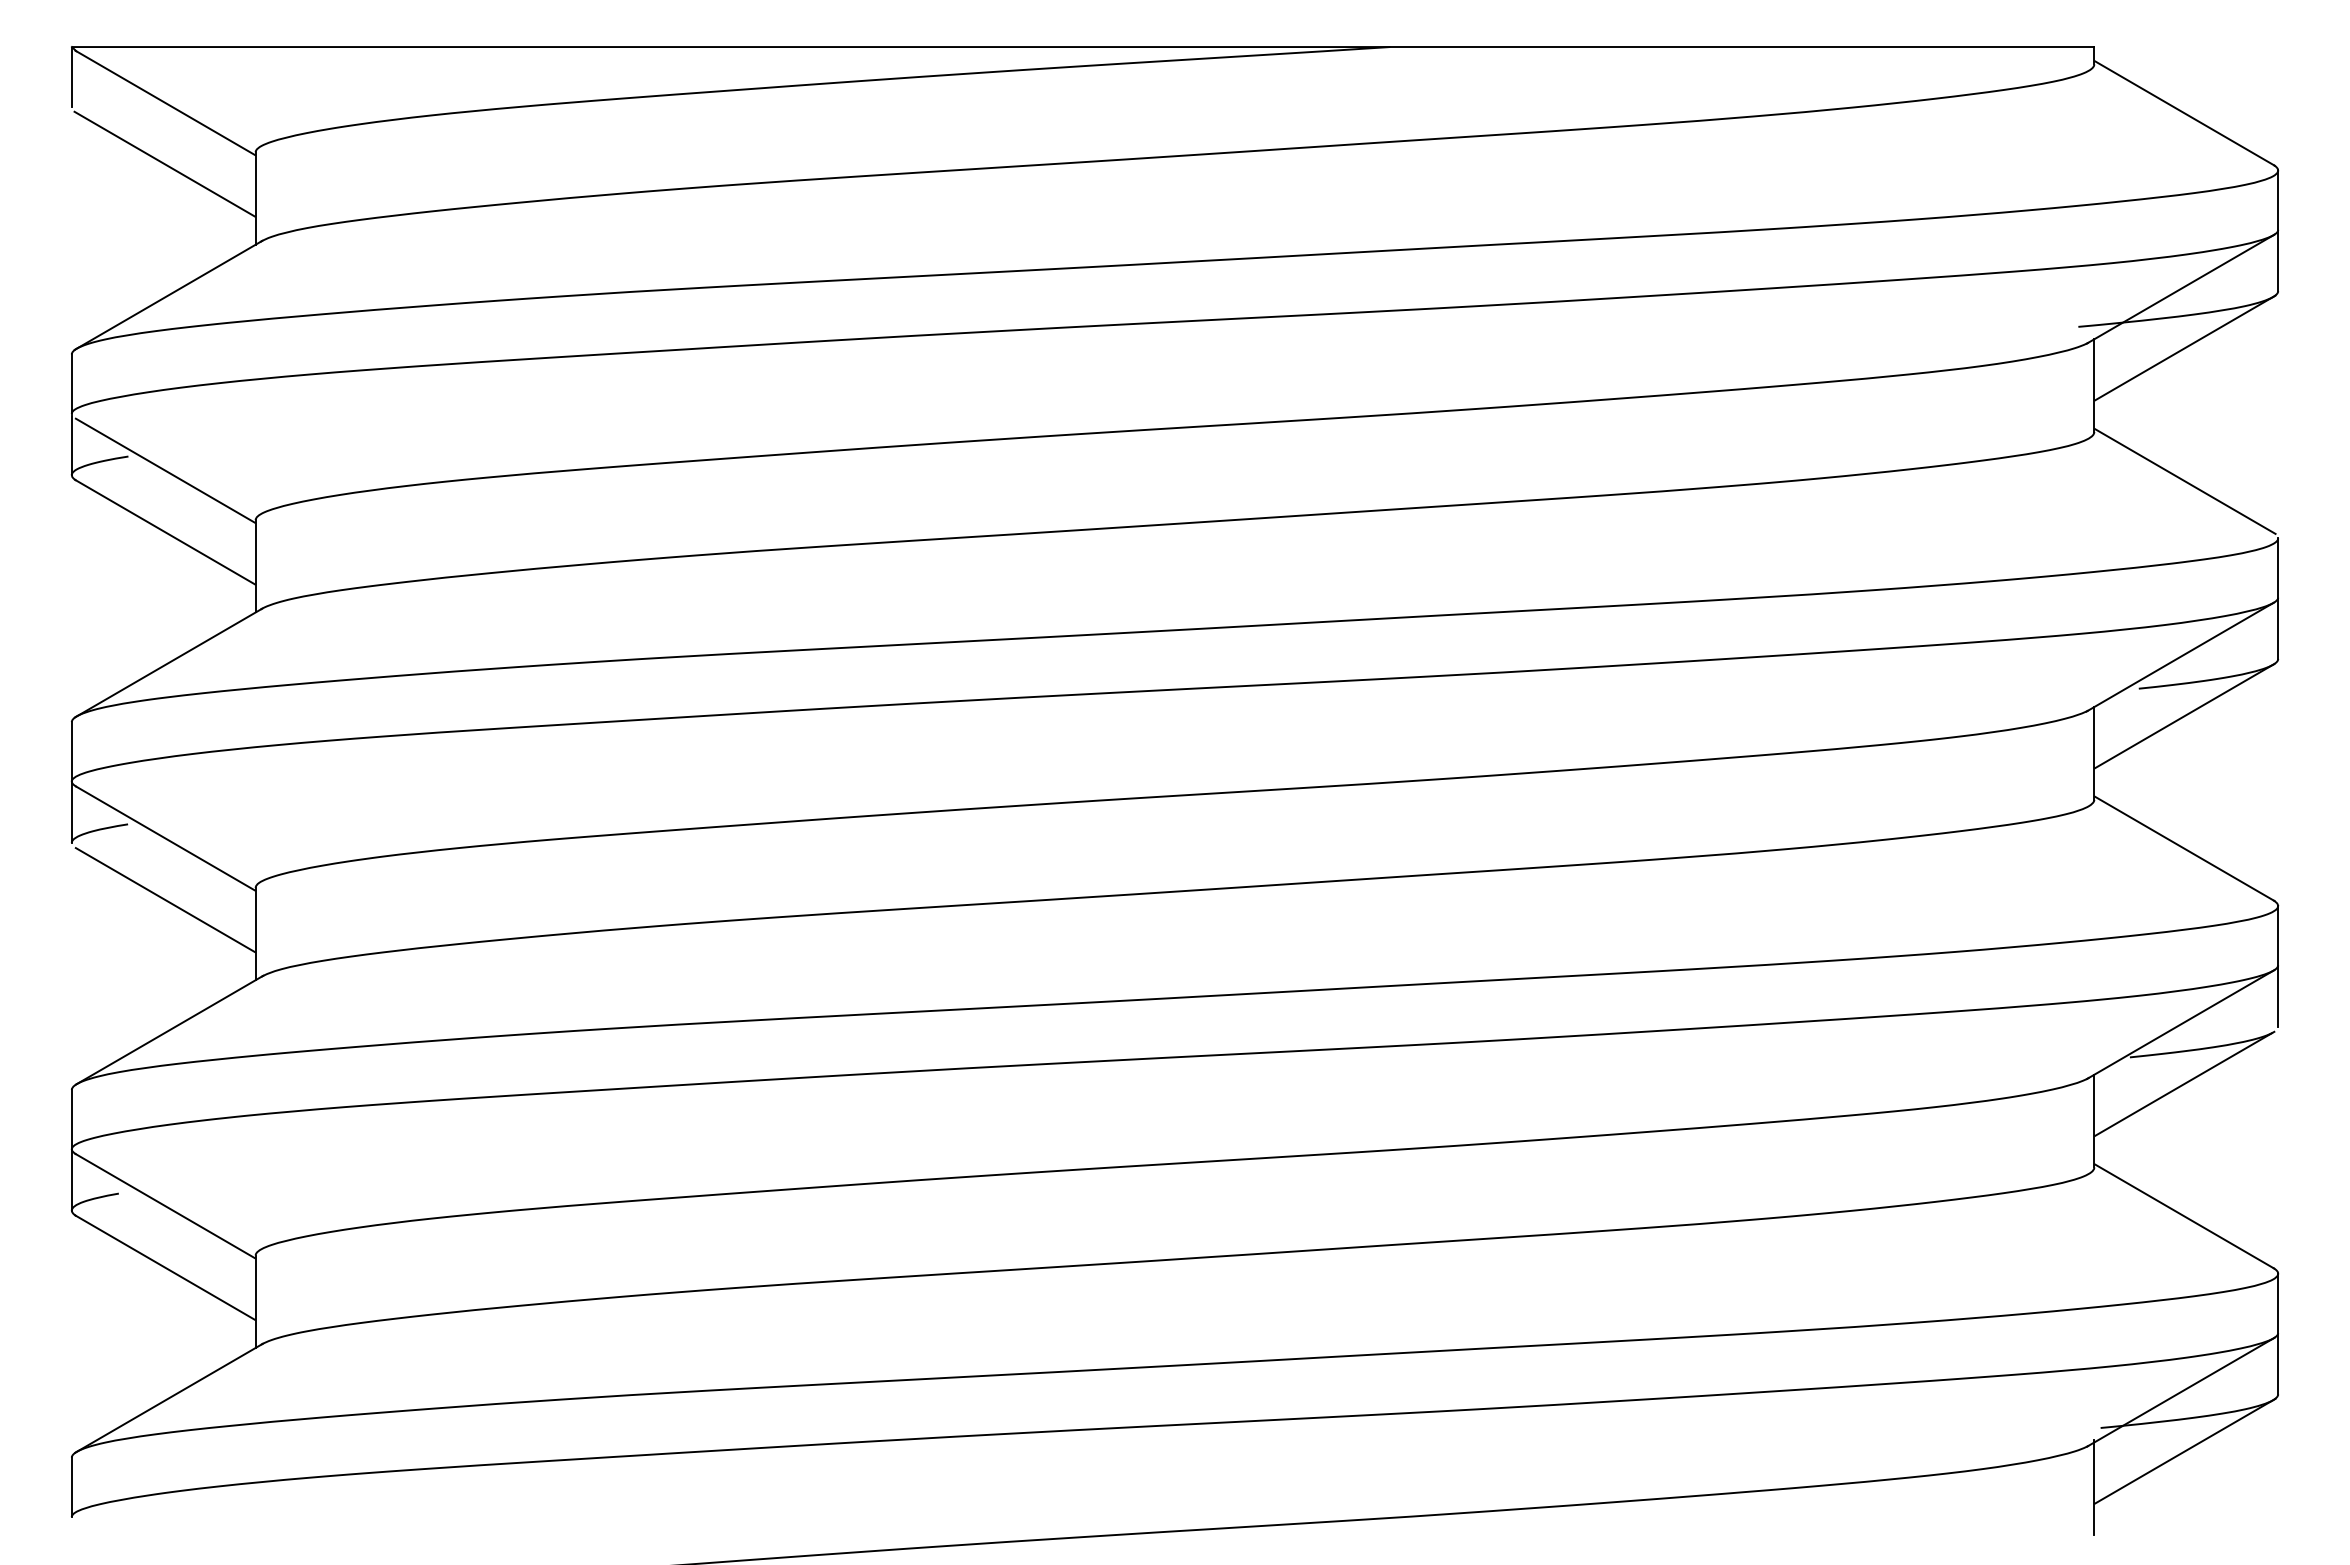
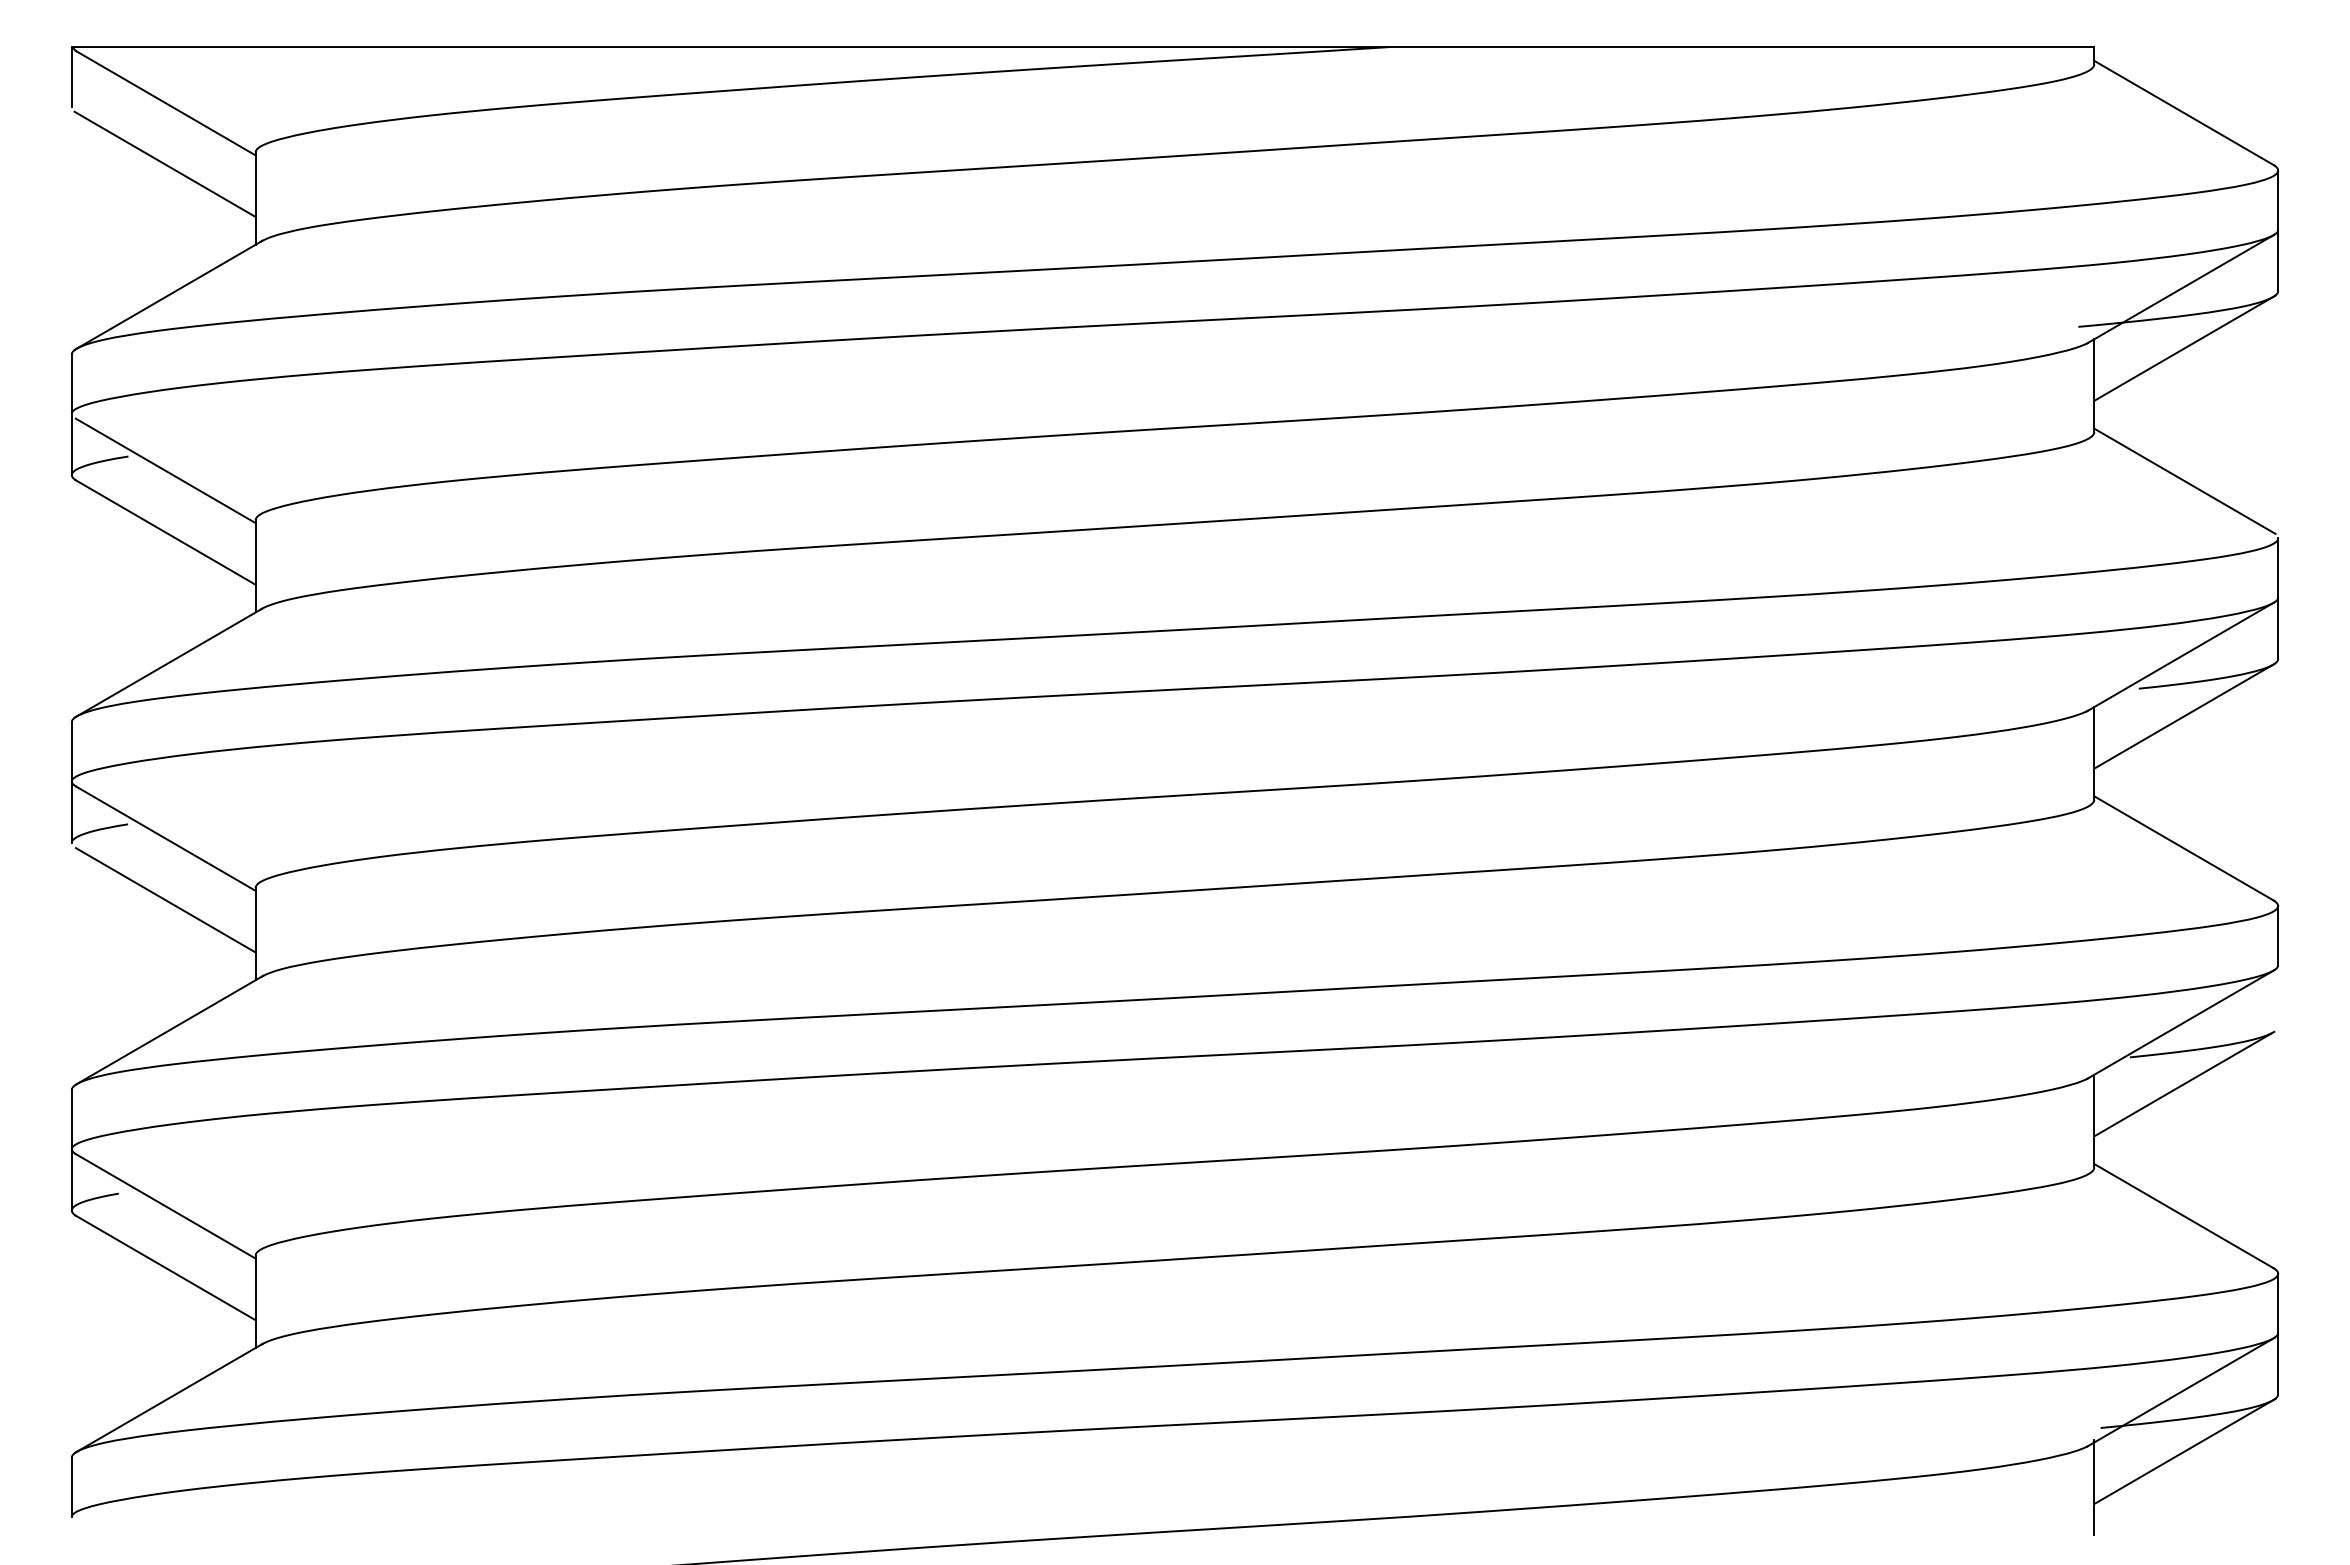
line at (2278, 996): present -> none
